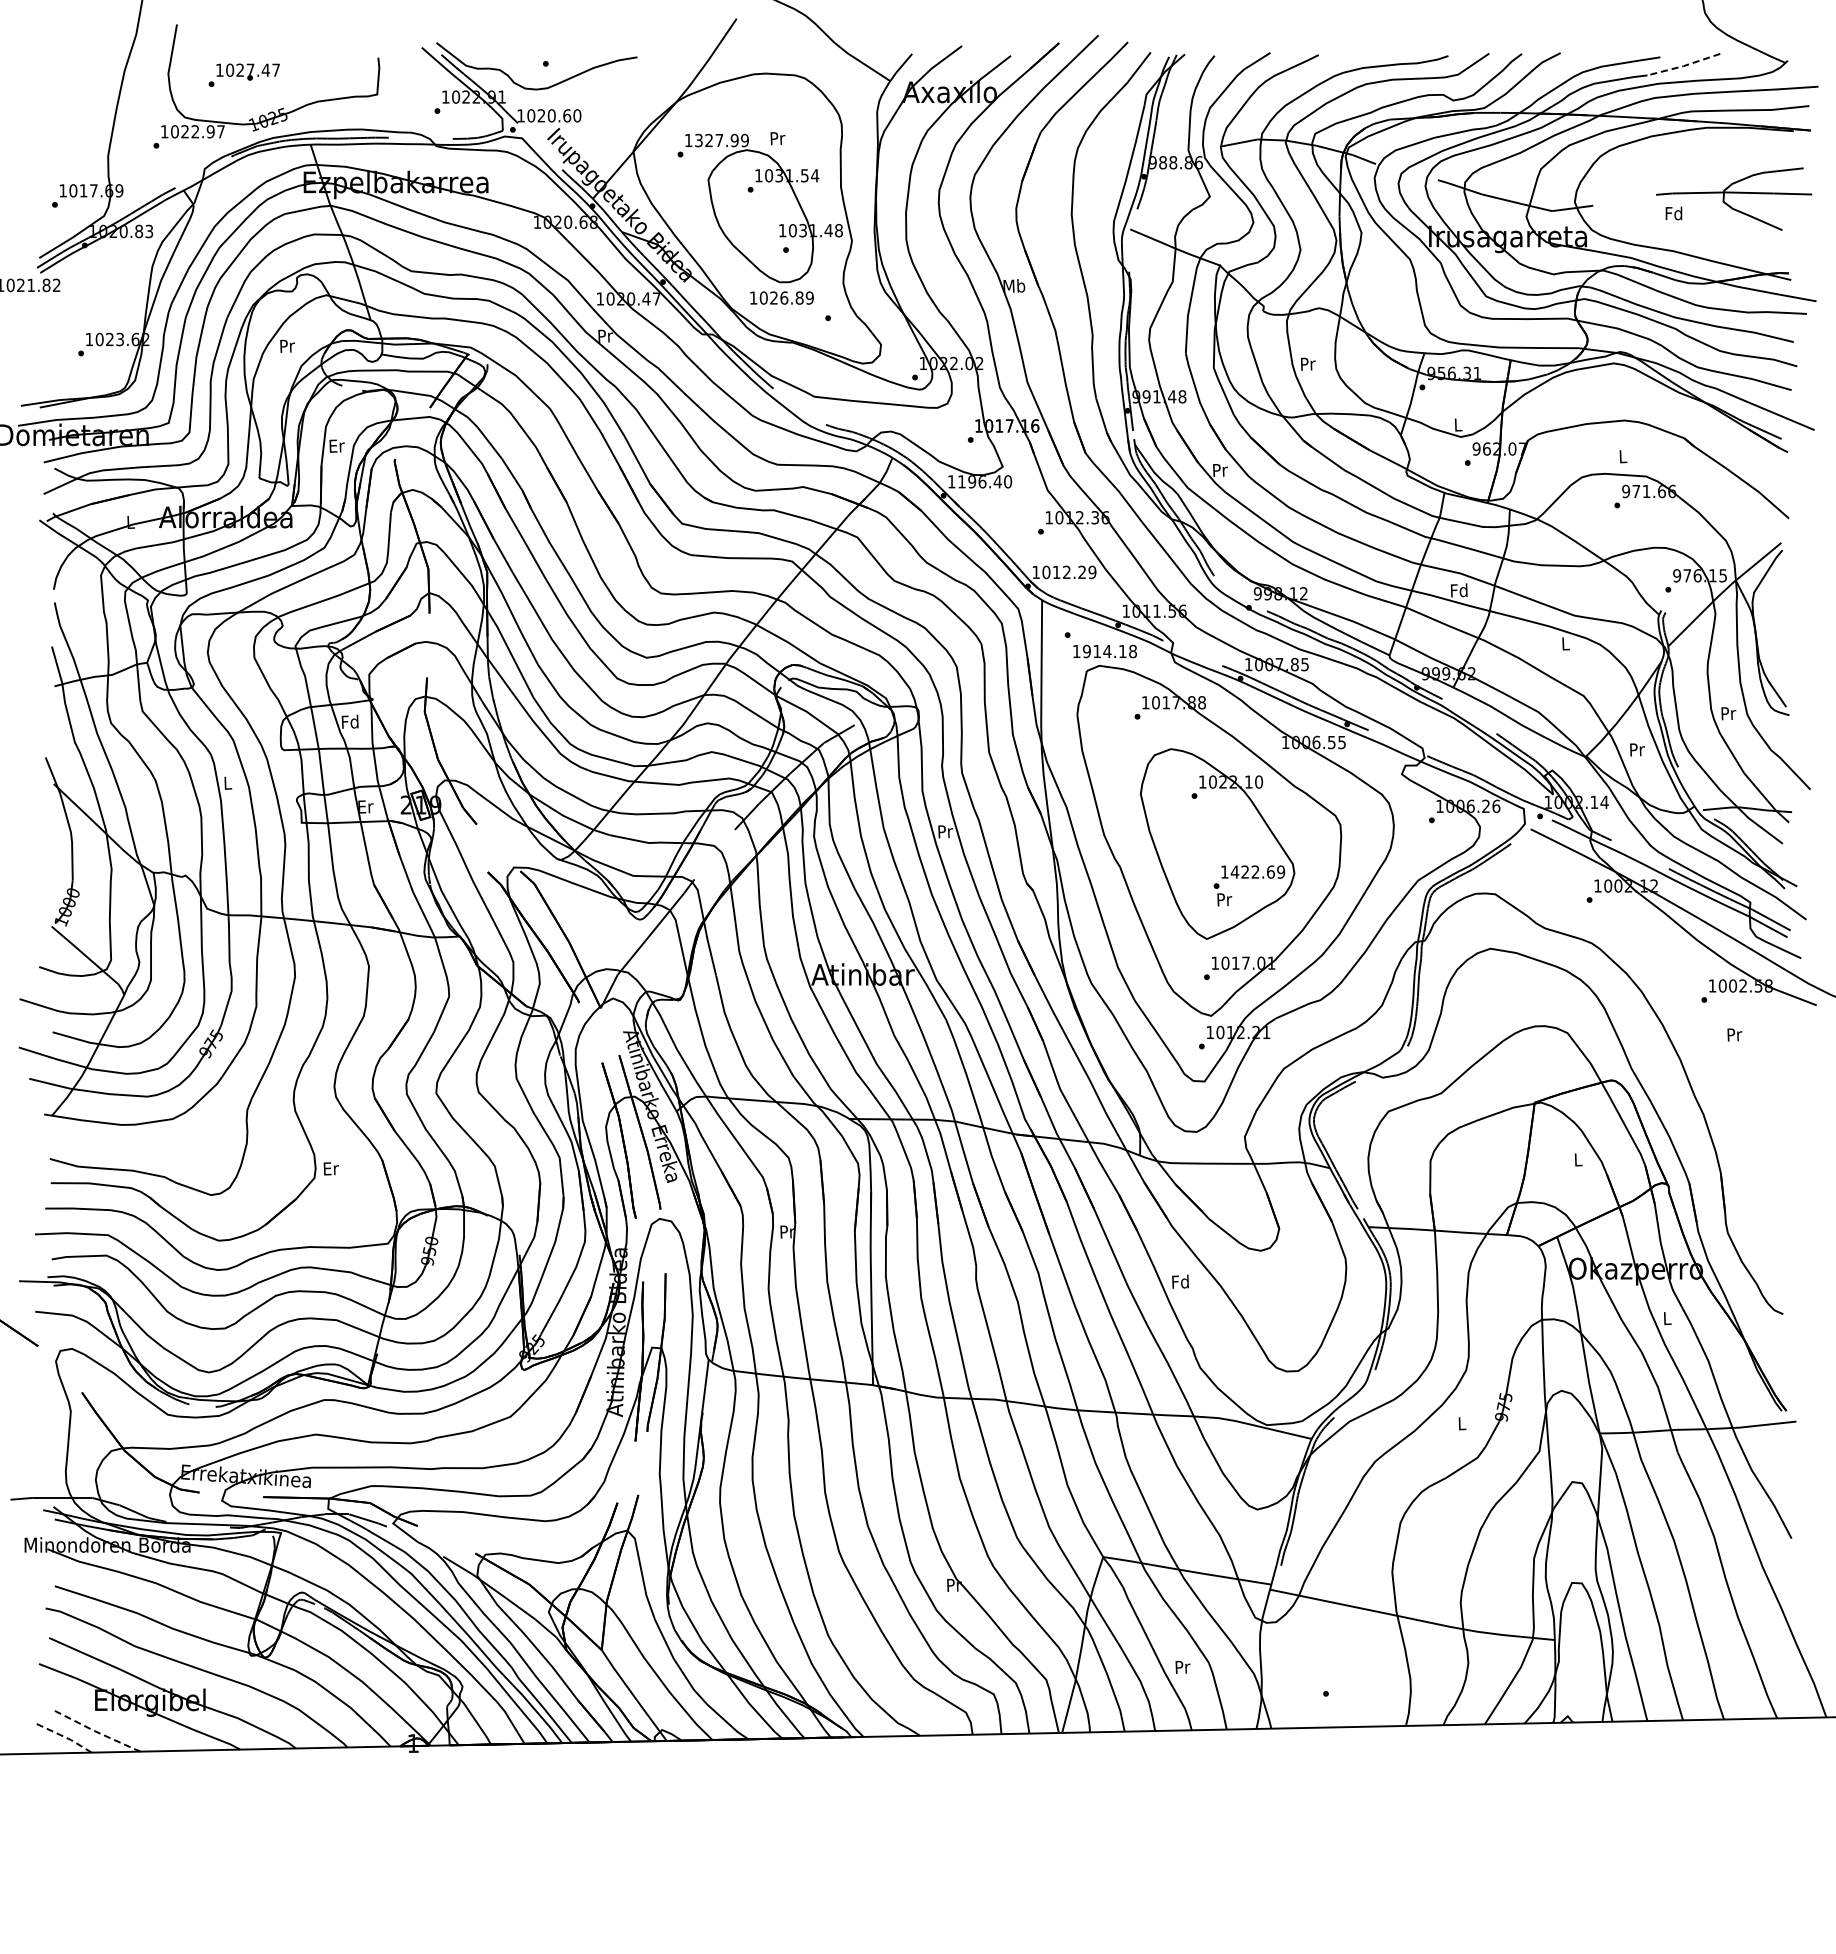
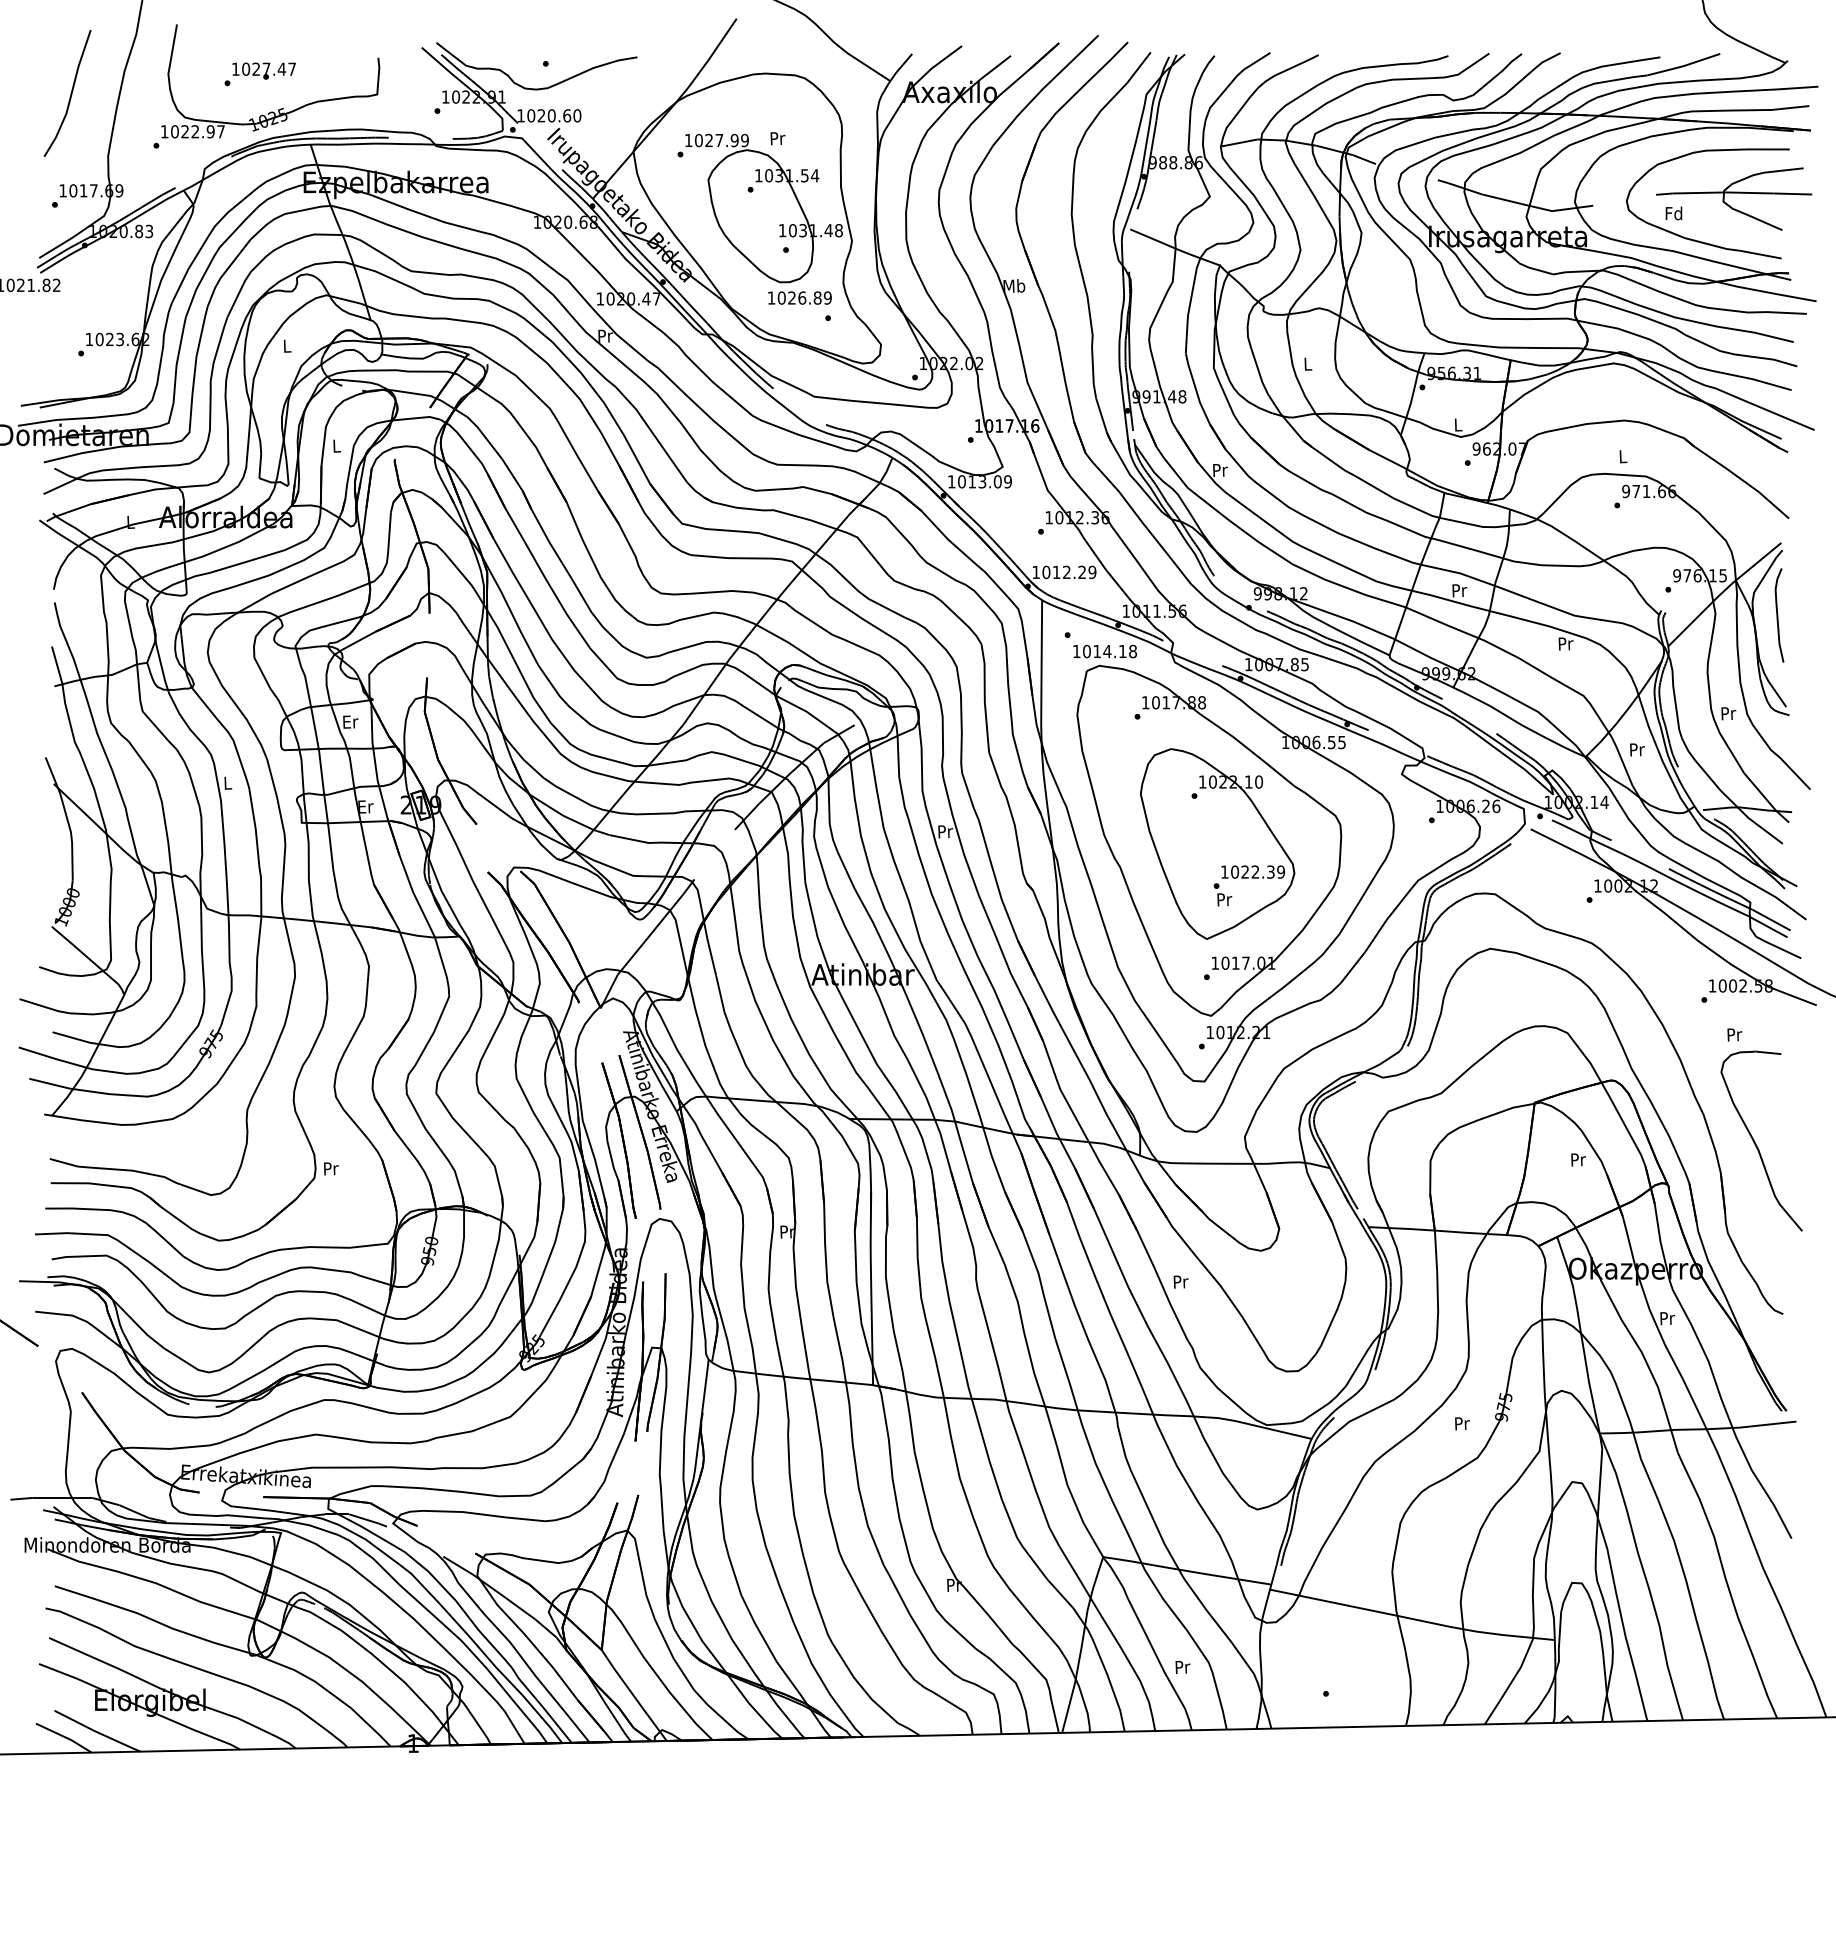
line at (1683, 66): dashed -> solid
text at (243, 75) position: (243, 75) -> (259, 74)
curve at (70, 93): none -> present
text at (698, 140): 1327.99 -> 1027.99
part at (1695, 239): none -> present
text at (781, 297) position: (781, 297) -> (799, 297)
text at (287, 345): Pr -> L
text at (1307, 363): Pr -> L
text at (336, 445): Er -> L
text at (984, 481): 1196.40 -> 1013.09
text at (1458, 590): Fd -> Pr
curve at (1778, 615): none -> present
text at (1565, 643): L -> Pr
text at (1086, 651): 1914.18 -> 1014.18
text at (349, 721): Fd -> Er
text at (1252, 871): 1422.69 -> 1022.39
part at (1761, 1140): none -> present
text at (1578, 1159): L -> Pr
text at (330, 1168): Er -> Pr
text at (1180, 1281): Fd -> Pr
text at (1667, 1318): L -> Pr
text at (1462, 1423): L -> Pr
line at (97, 1732): dashed -> solid
line at (64, 1737): dashed -> solid
